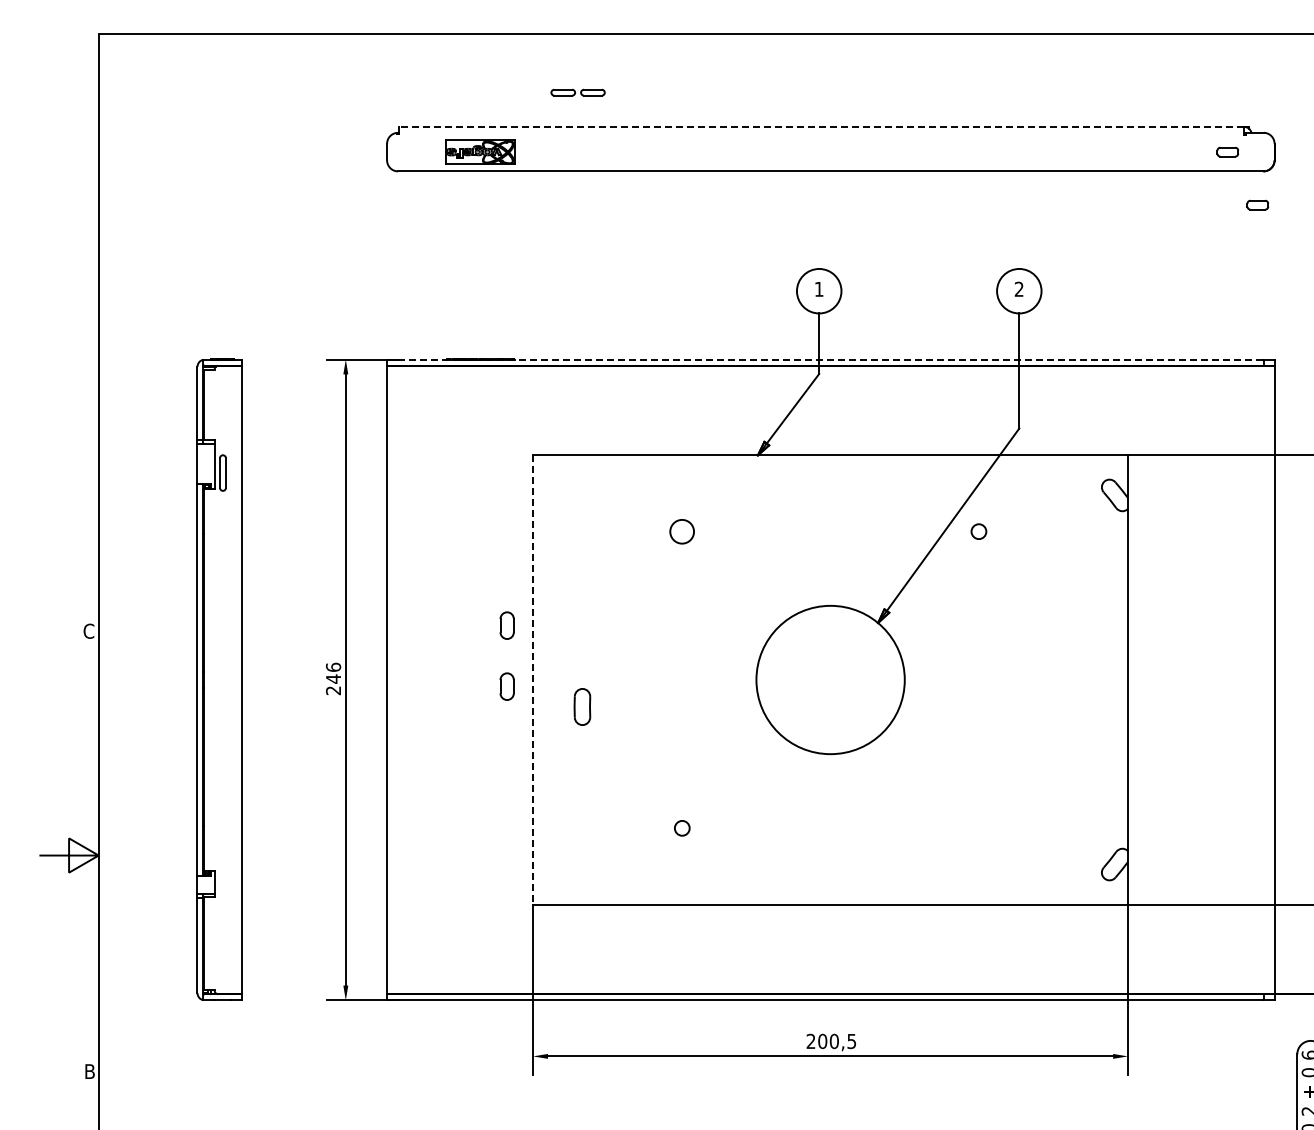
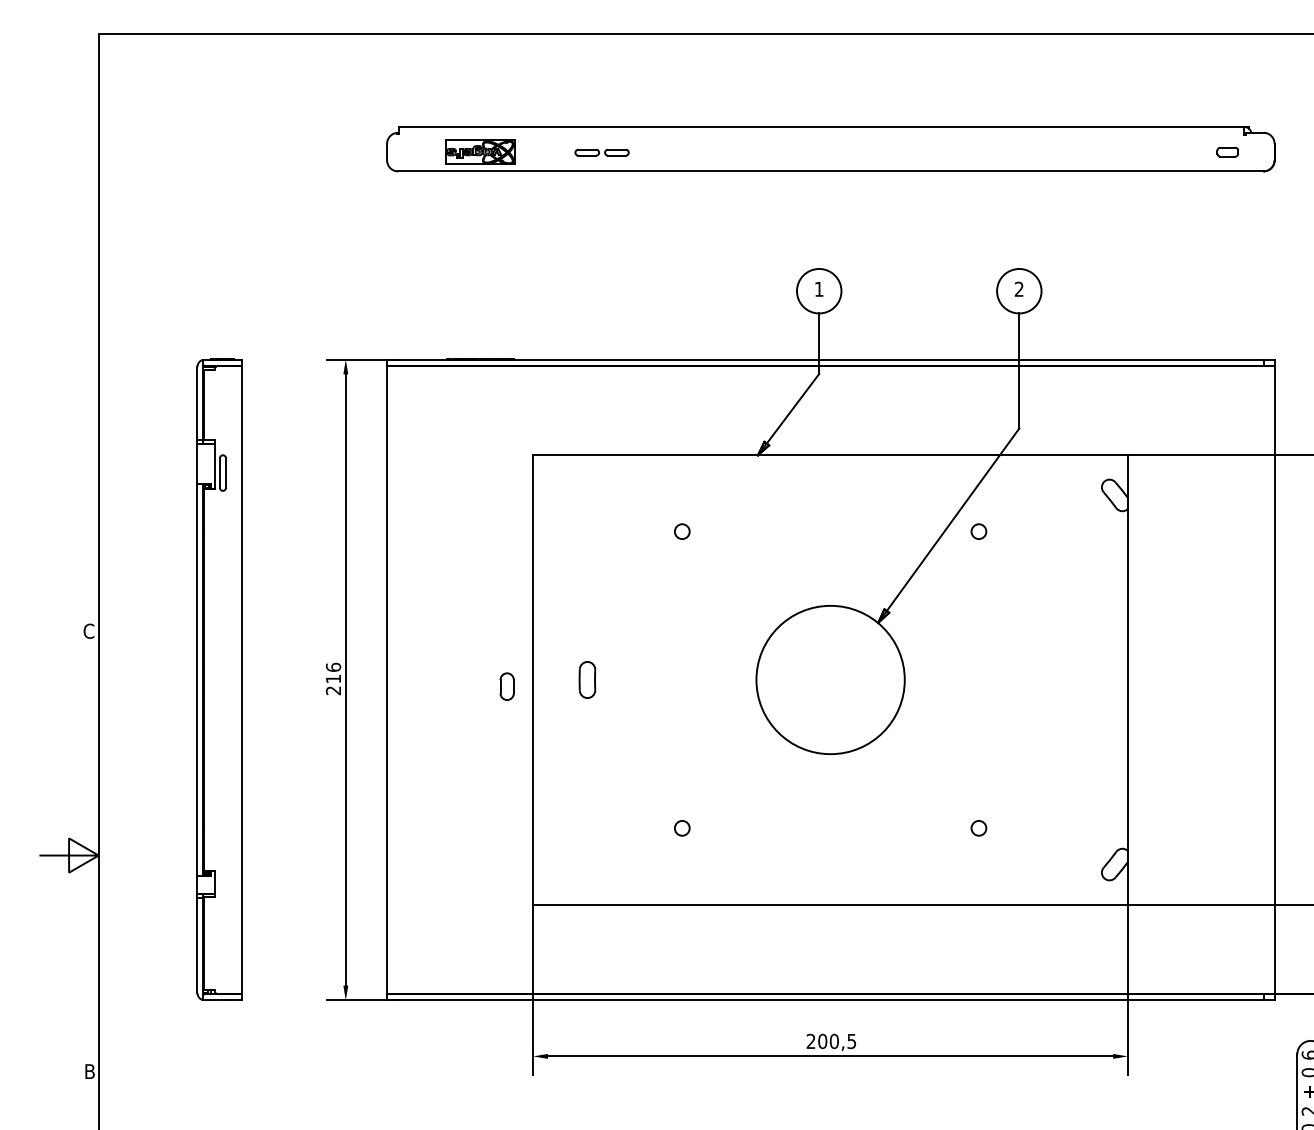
part at (577, 92) position: (577, 92) -> (601, 152)
line at (821, 126): dashed -> solid
part at (1257, 204): present -> none
line at (830, 359): dashed -> solid
circle at (681, 531) size: 26x26 px -> 17x17 px
part at (506, 625): present -> none
text at (333, 678): 246 -> 216
line at (533, 680): dashed -> solid
part at (582, 706) position: (582, 706) -> (587, 679)
circle at (978, 828): none -> present
